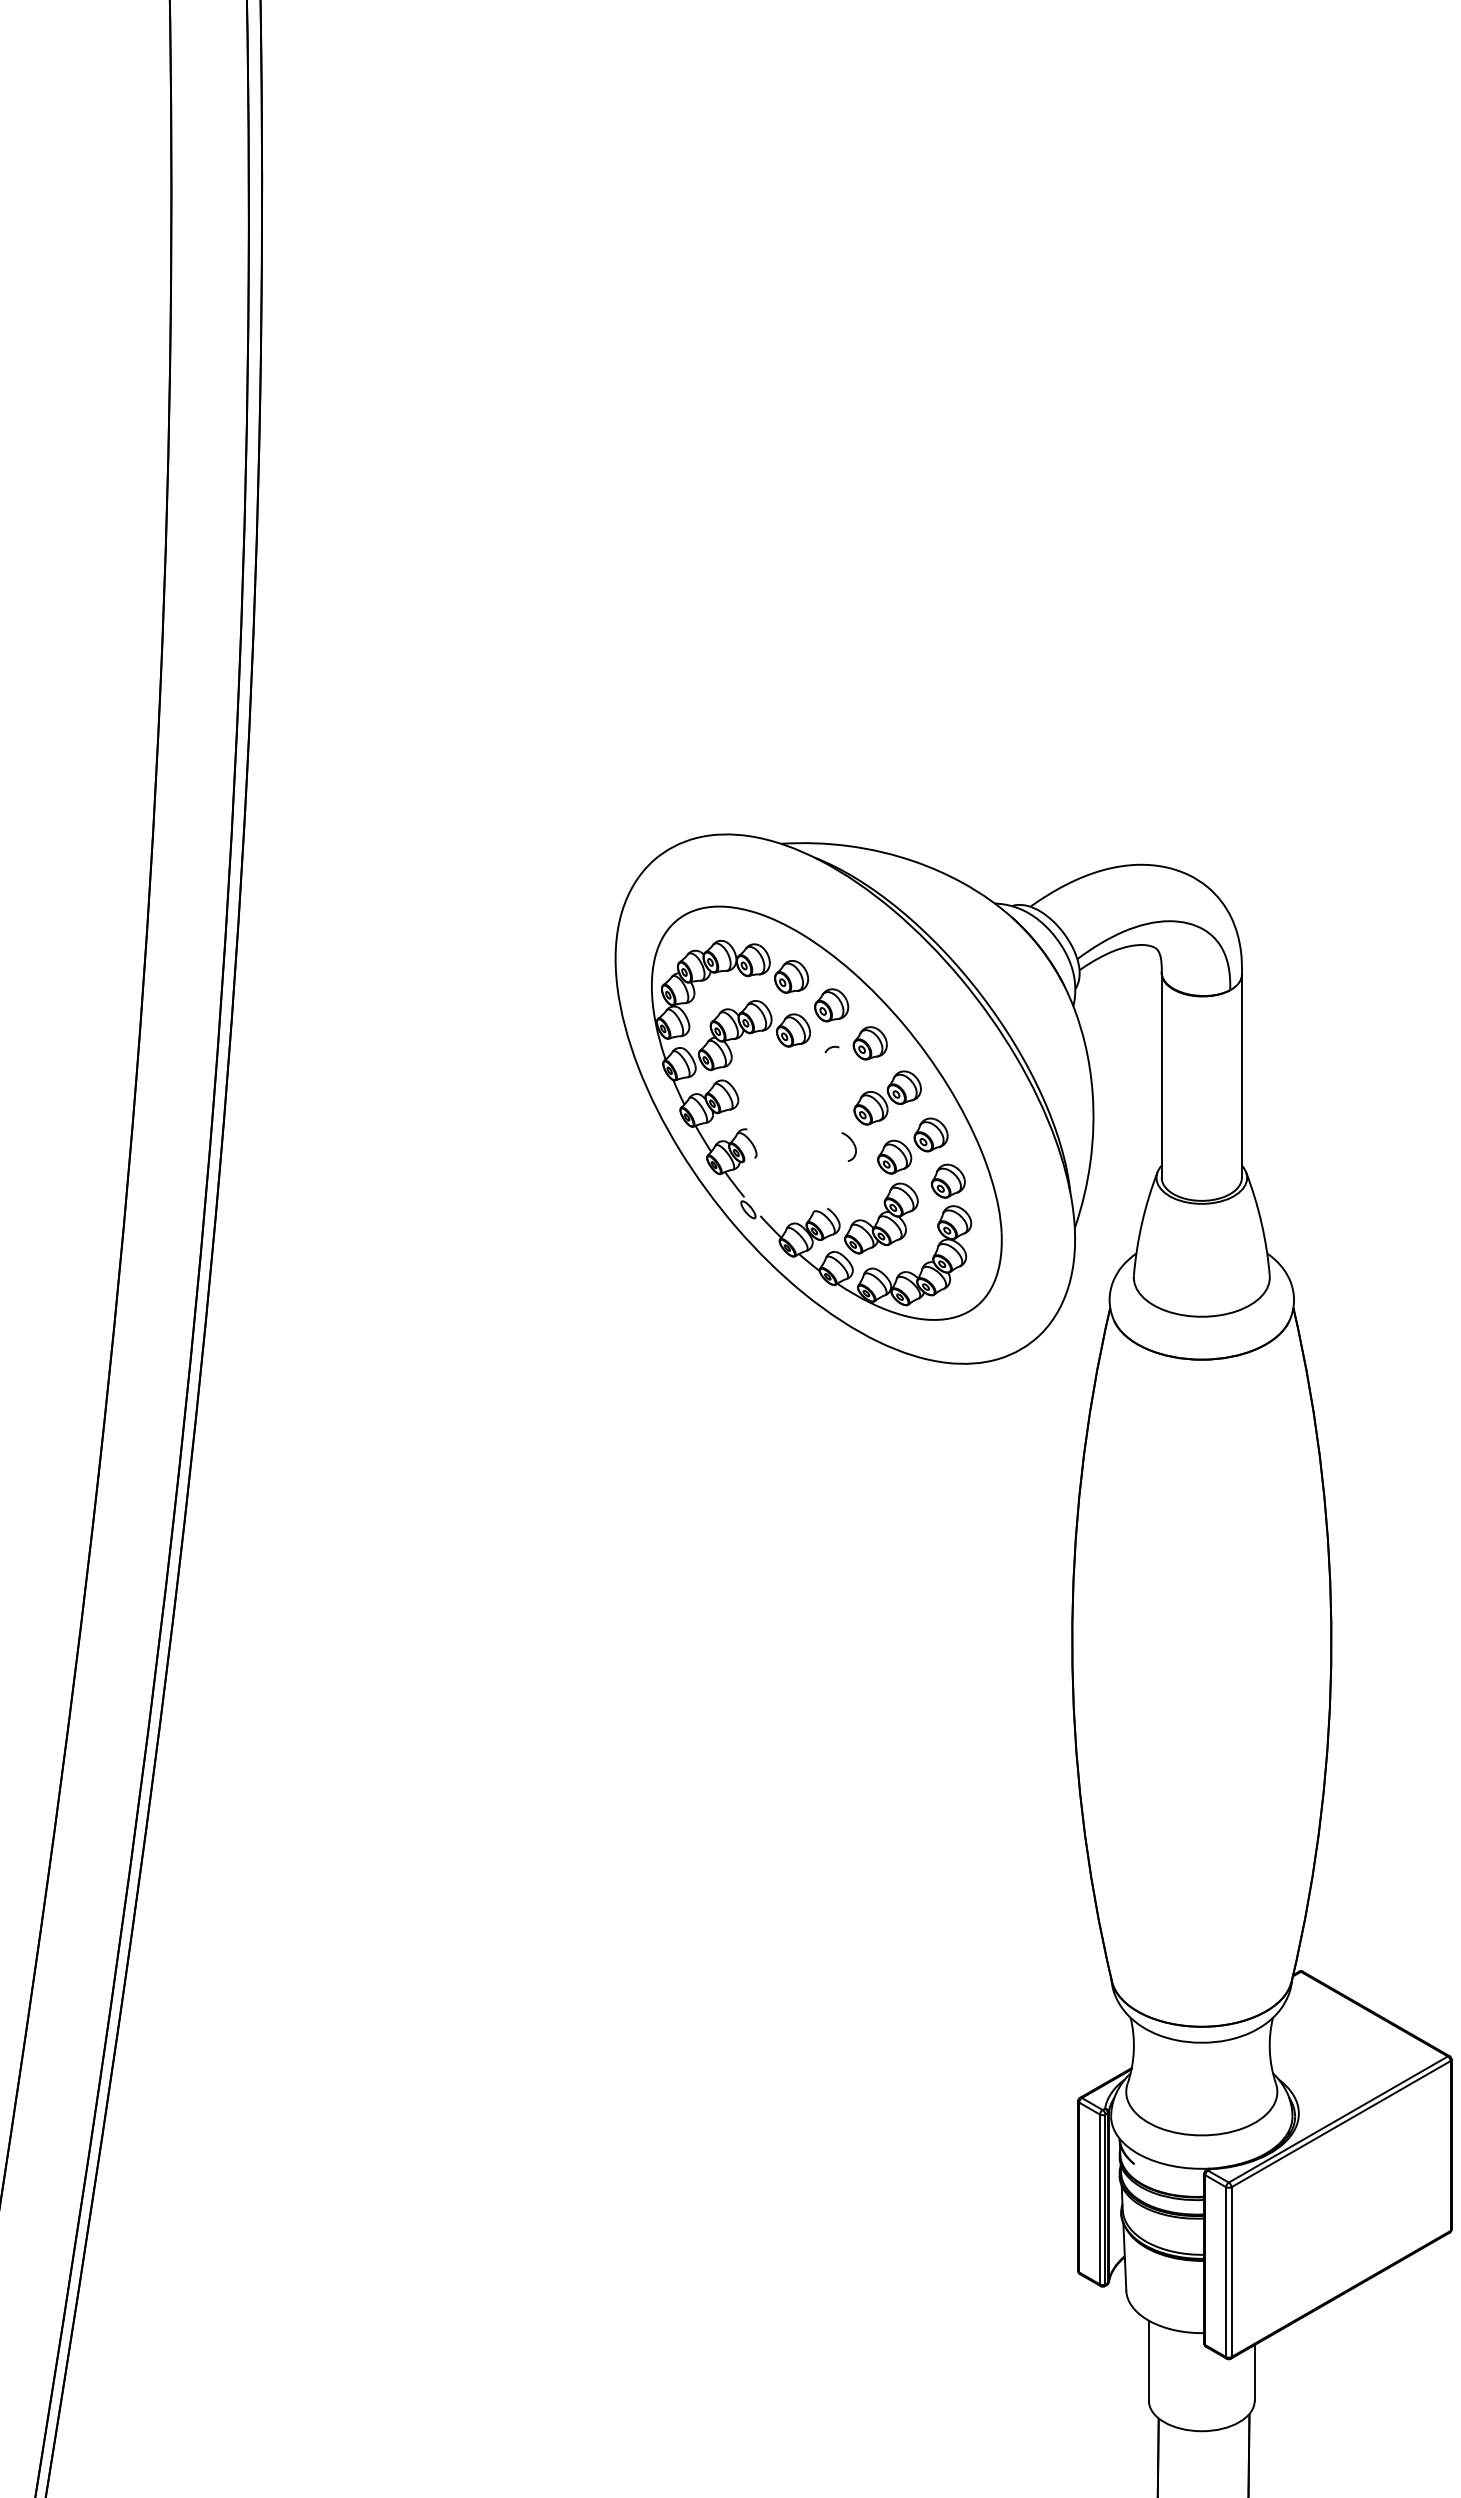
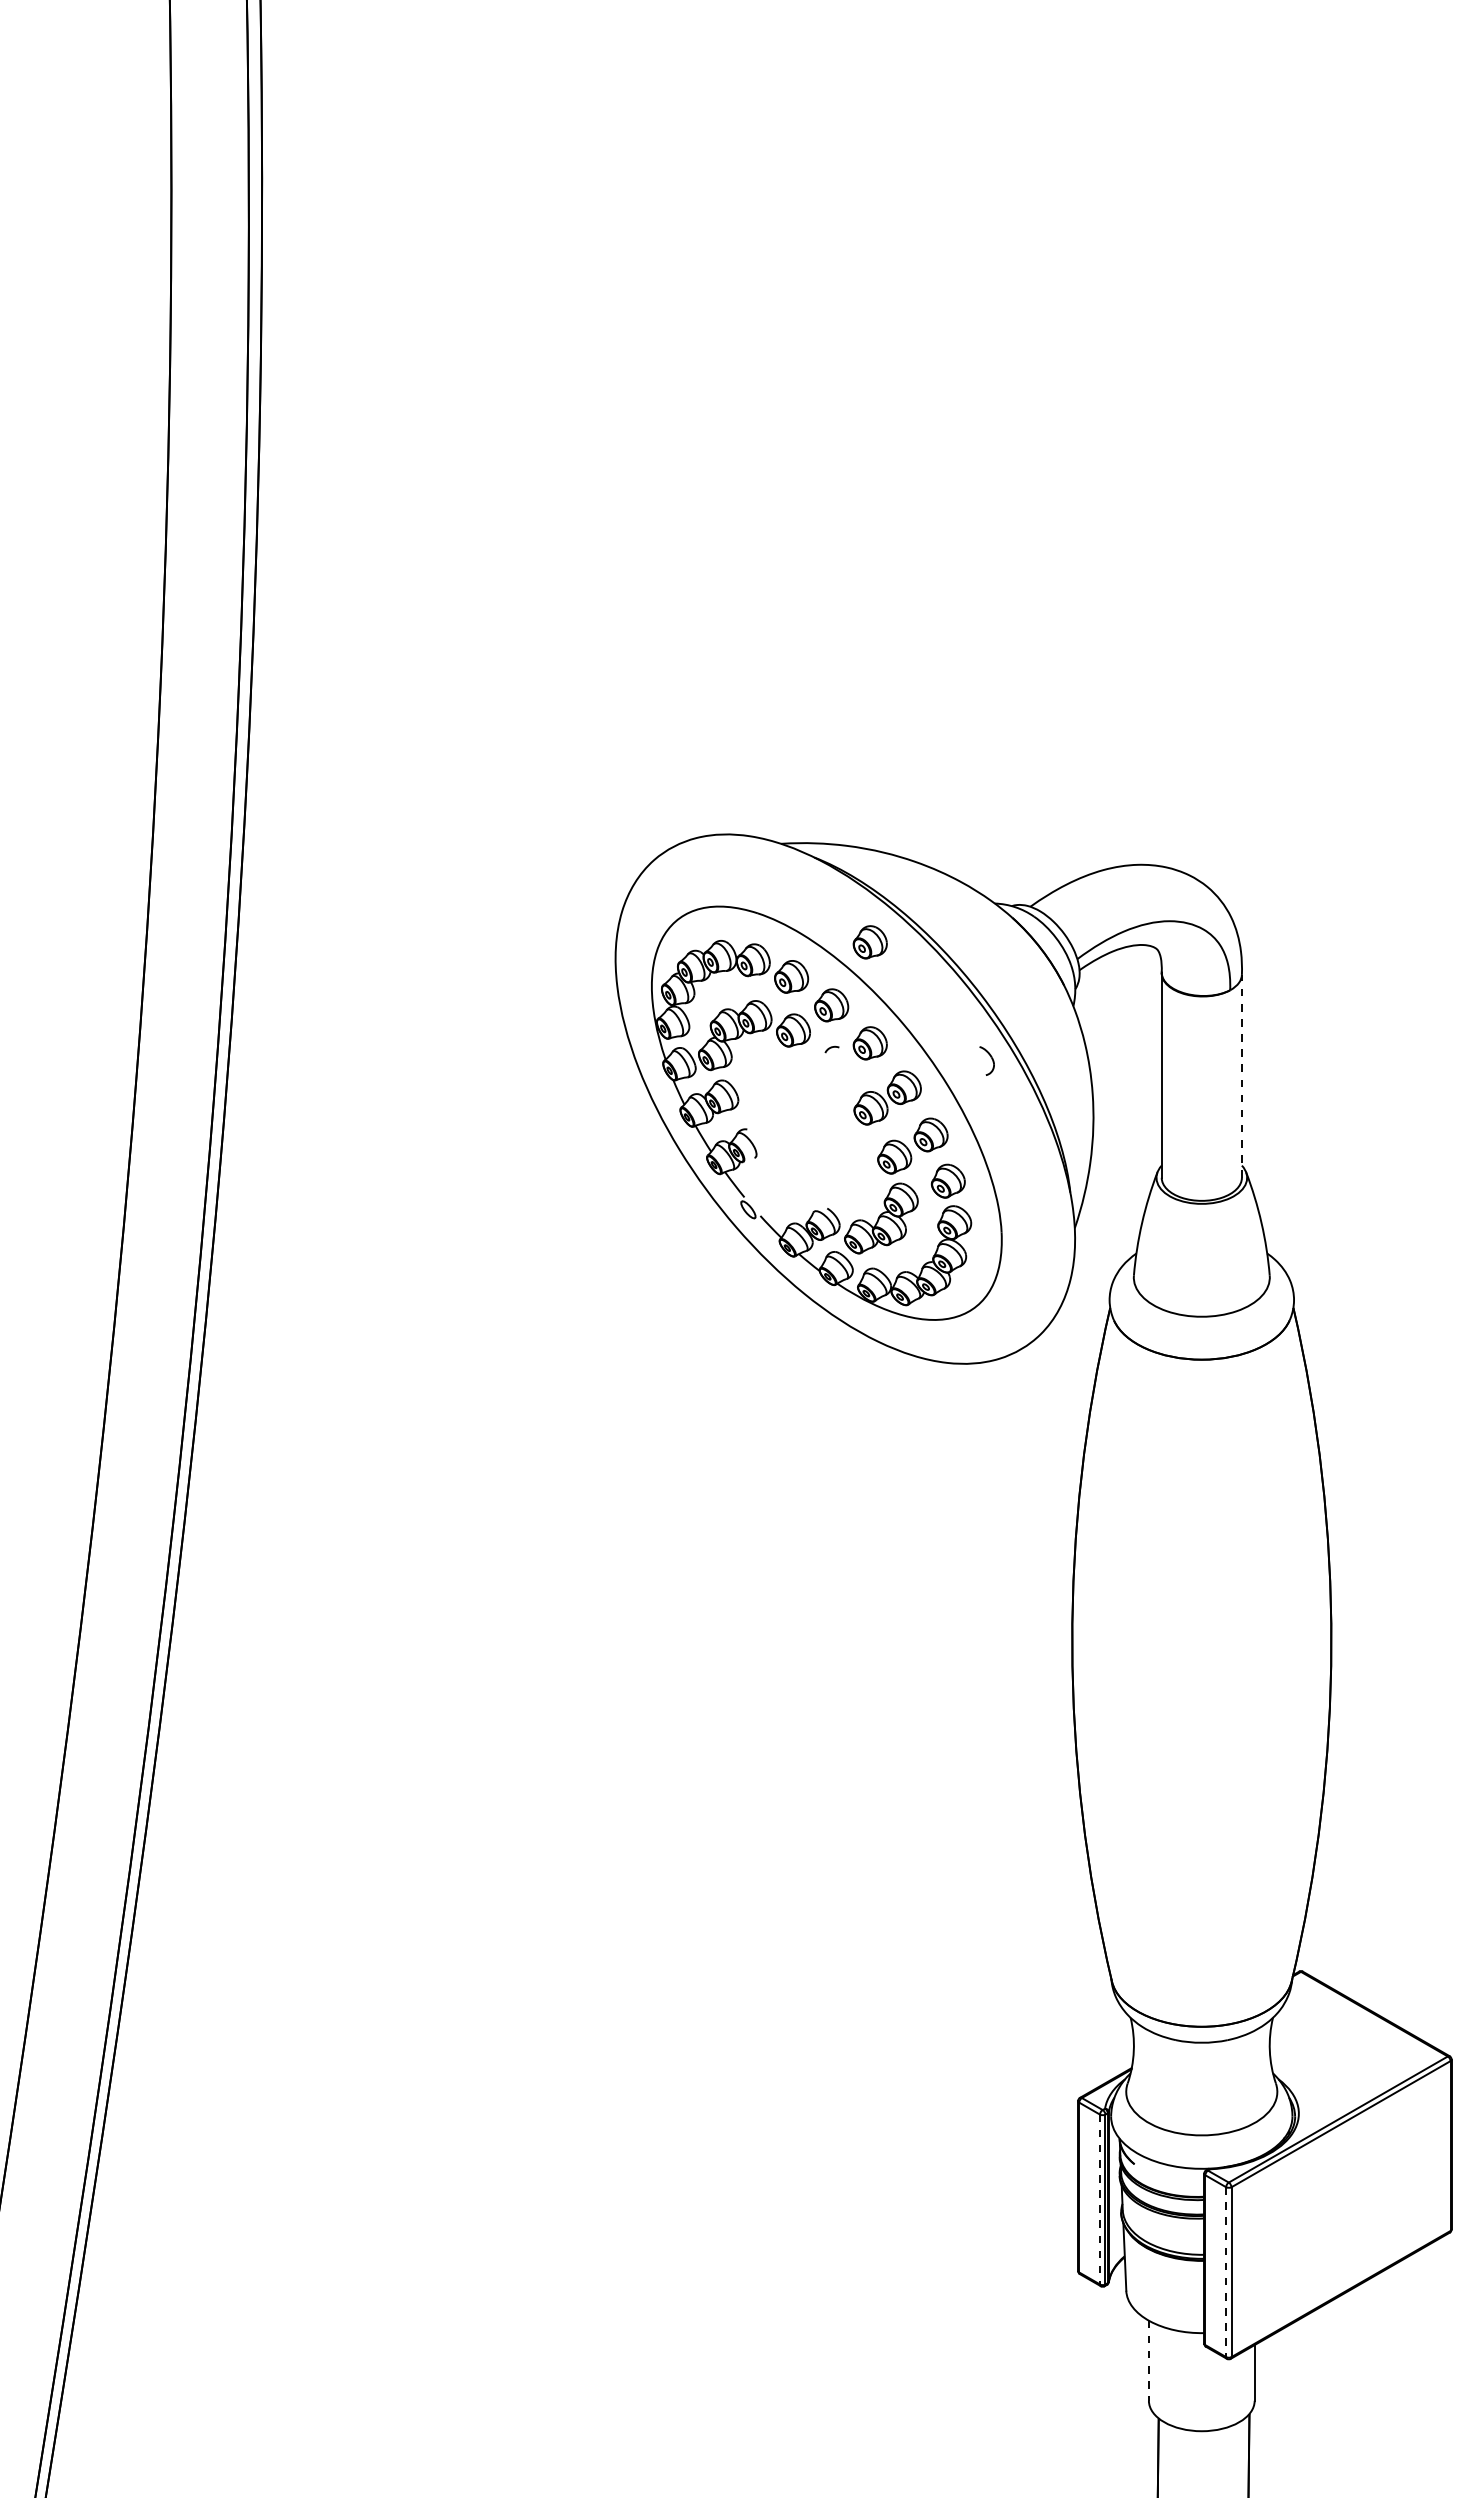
part at (869, 942): none -> present
line at (1241, 1076): solid -> dashed
part at (848, 1146) position: (848, 1146) -> (986, 1060)
line at (1100, 2199): solid -> dashed
line at (1226, 2272): solid -> dashed
line at (1148, 2361): solid -> dashed
